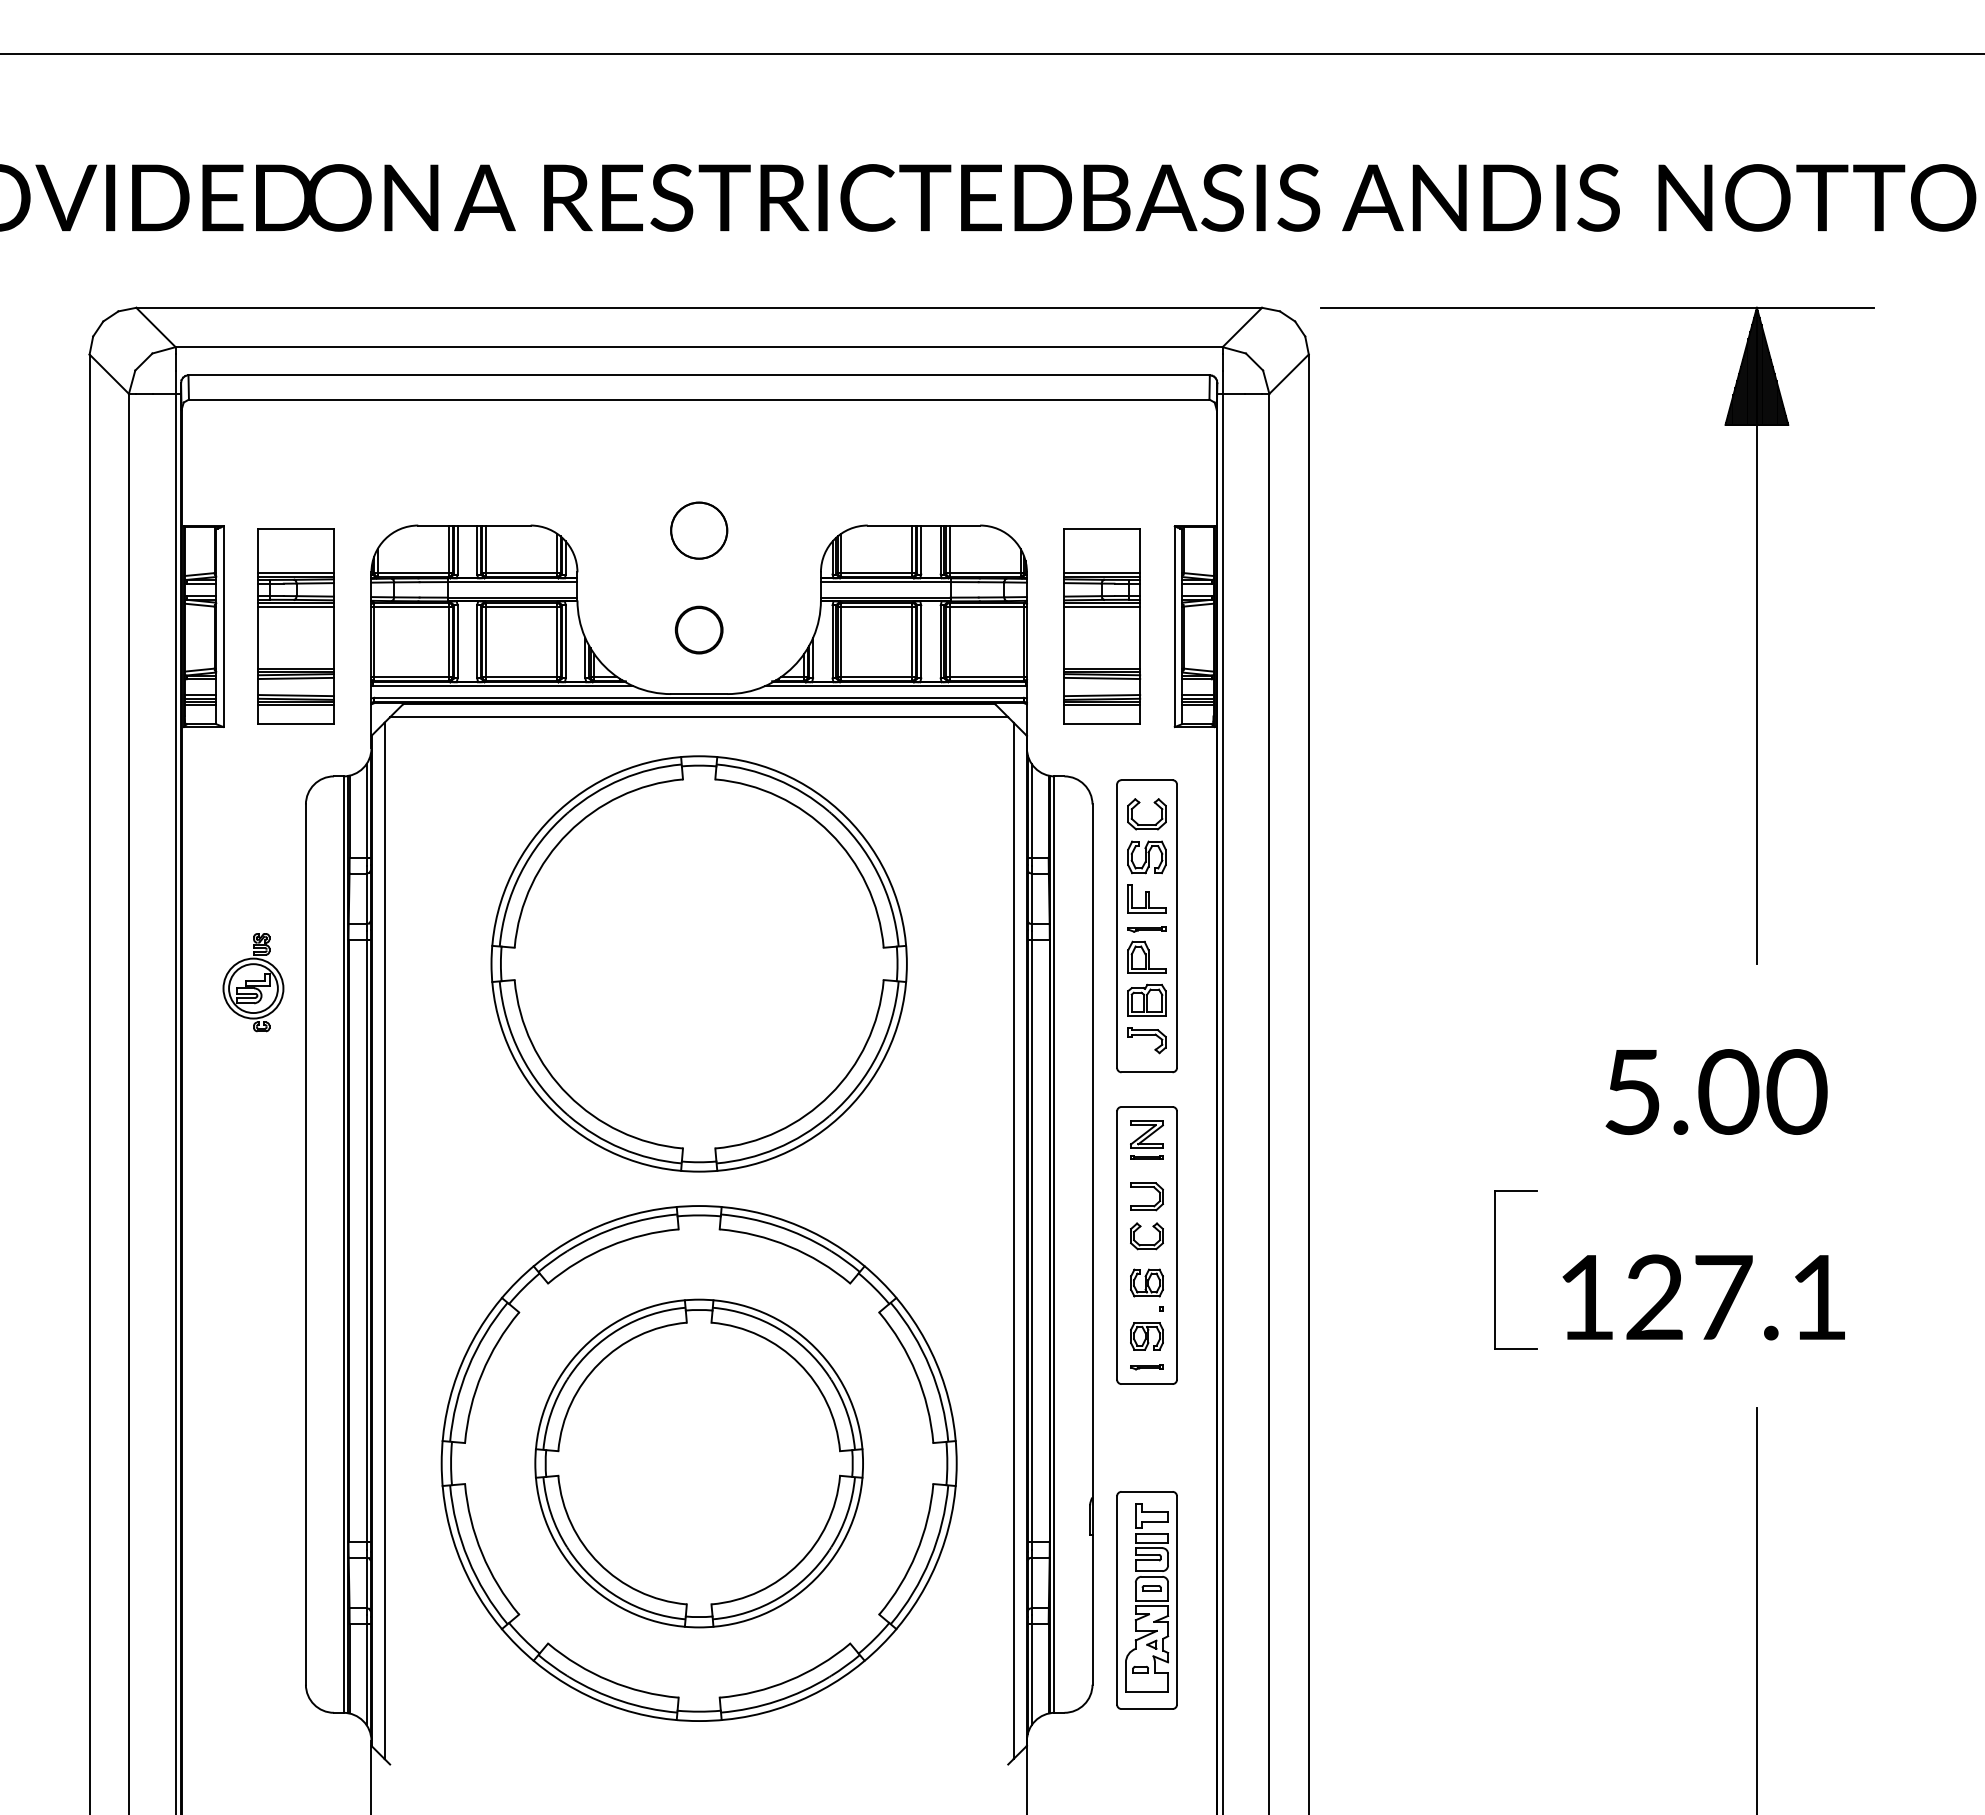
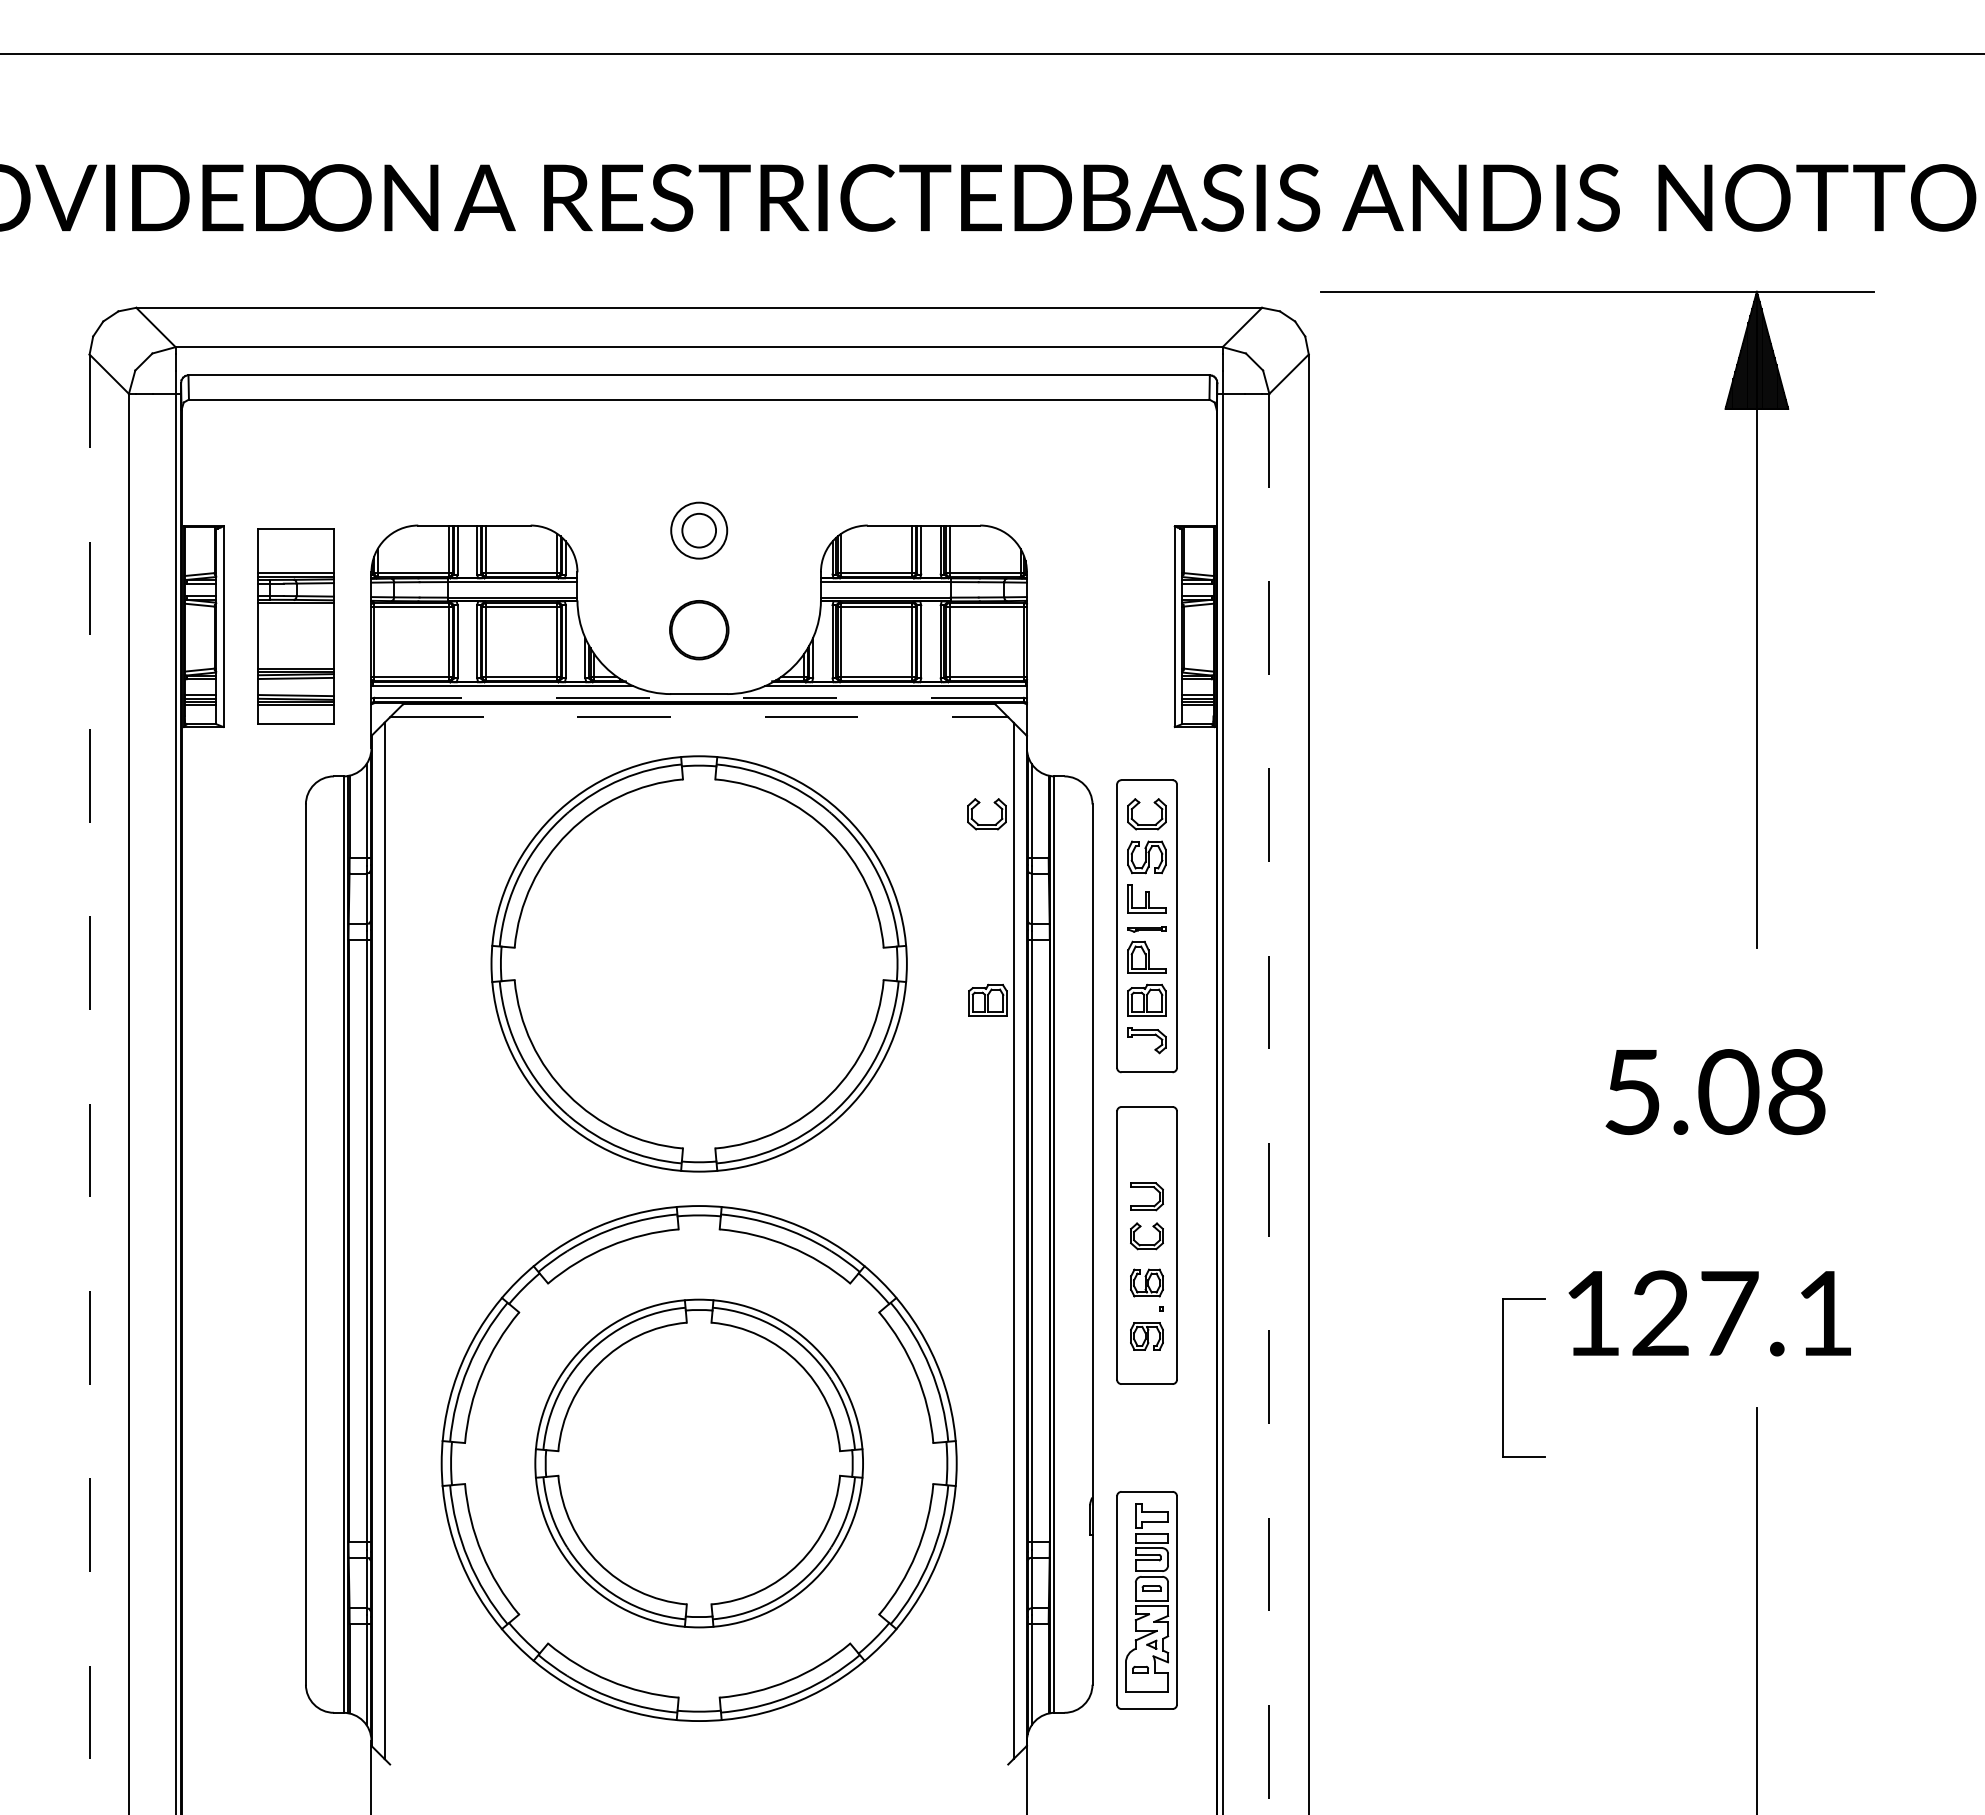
circle at (699, 530) diameter: 56 px -> 34 px
line at (296, 606): present -> none
part at (1102, 626): present -> none
part at (698, 629) size: 50x50 px -> 61x61 px
part at (1756, 635) position: (1756, 635) -> (1756, 619)
line at (699, 697): solid -> dashed
line at (699, 717): solid -> dashed
part at (986, 824): none -> present
part at (253, 982): present -> none
part at (987, 999): none -> present
line at (89, 1085): solid -> dashed
text at (1796, 1091): 5.00 -> 5.08
line at (1269, 1104): solid -> dashed
part at (1146, 1139): present -> none
part at (1495, 1269) position: (1495, 1269) -> (1503, 1377)
text at (1703, 1297) position: (1703, 1297) -> (1709, 1313)
part at (1146, 1367): present -> none
